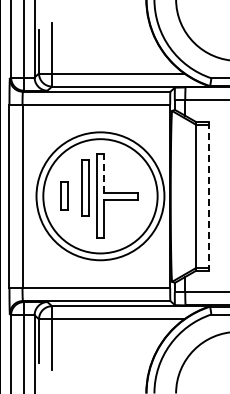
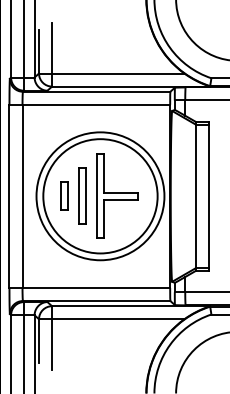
line at (103, 173): dashed -> solid
part at (85, 187) position: (85, 187) -> (82, 195)
line at (208, 196): dashed -> solid
